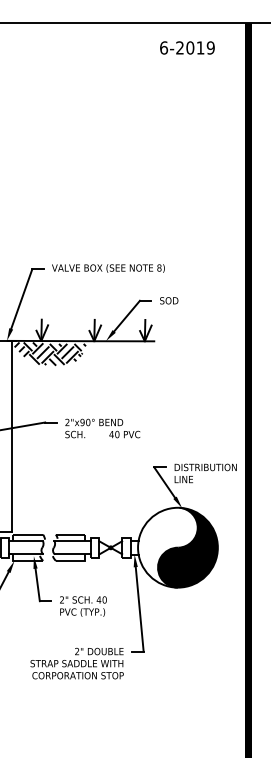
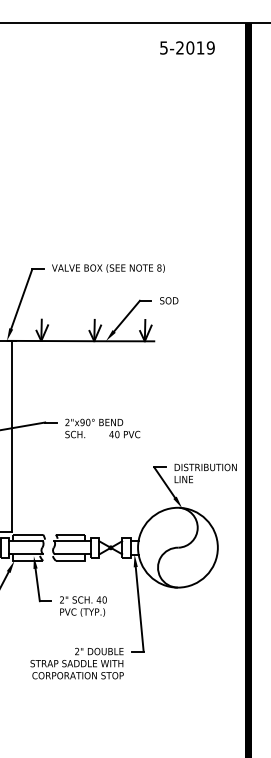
text at (164, 47): 6-2019 -> 5-2019
hatch at (50, 353): present -> none
fill at (187, 547): present -> none
